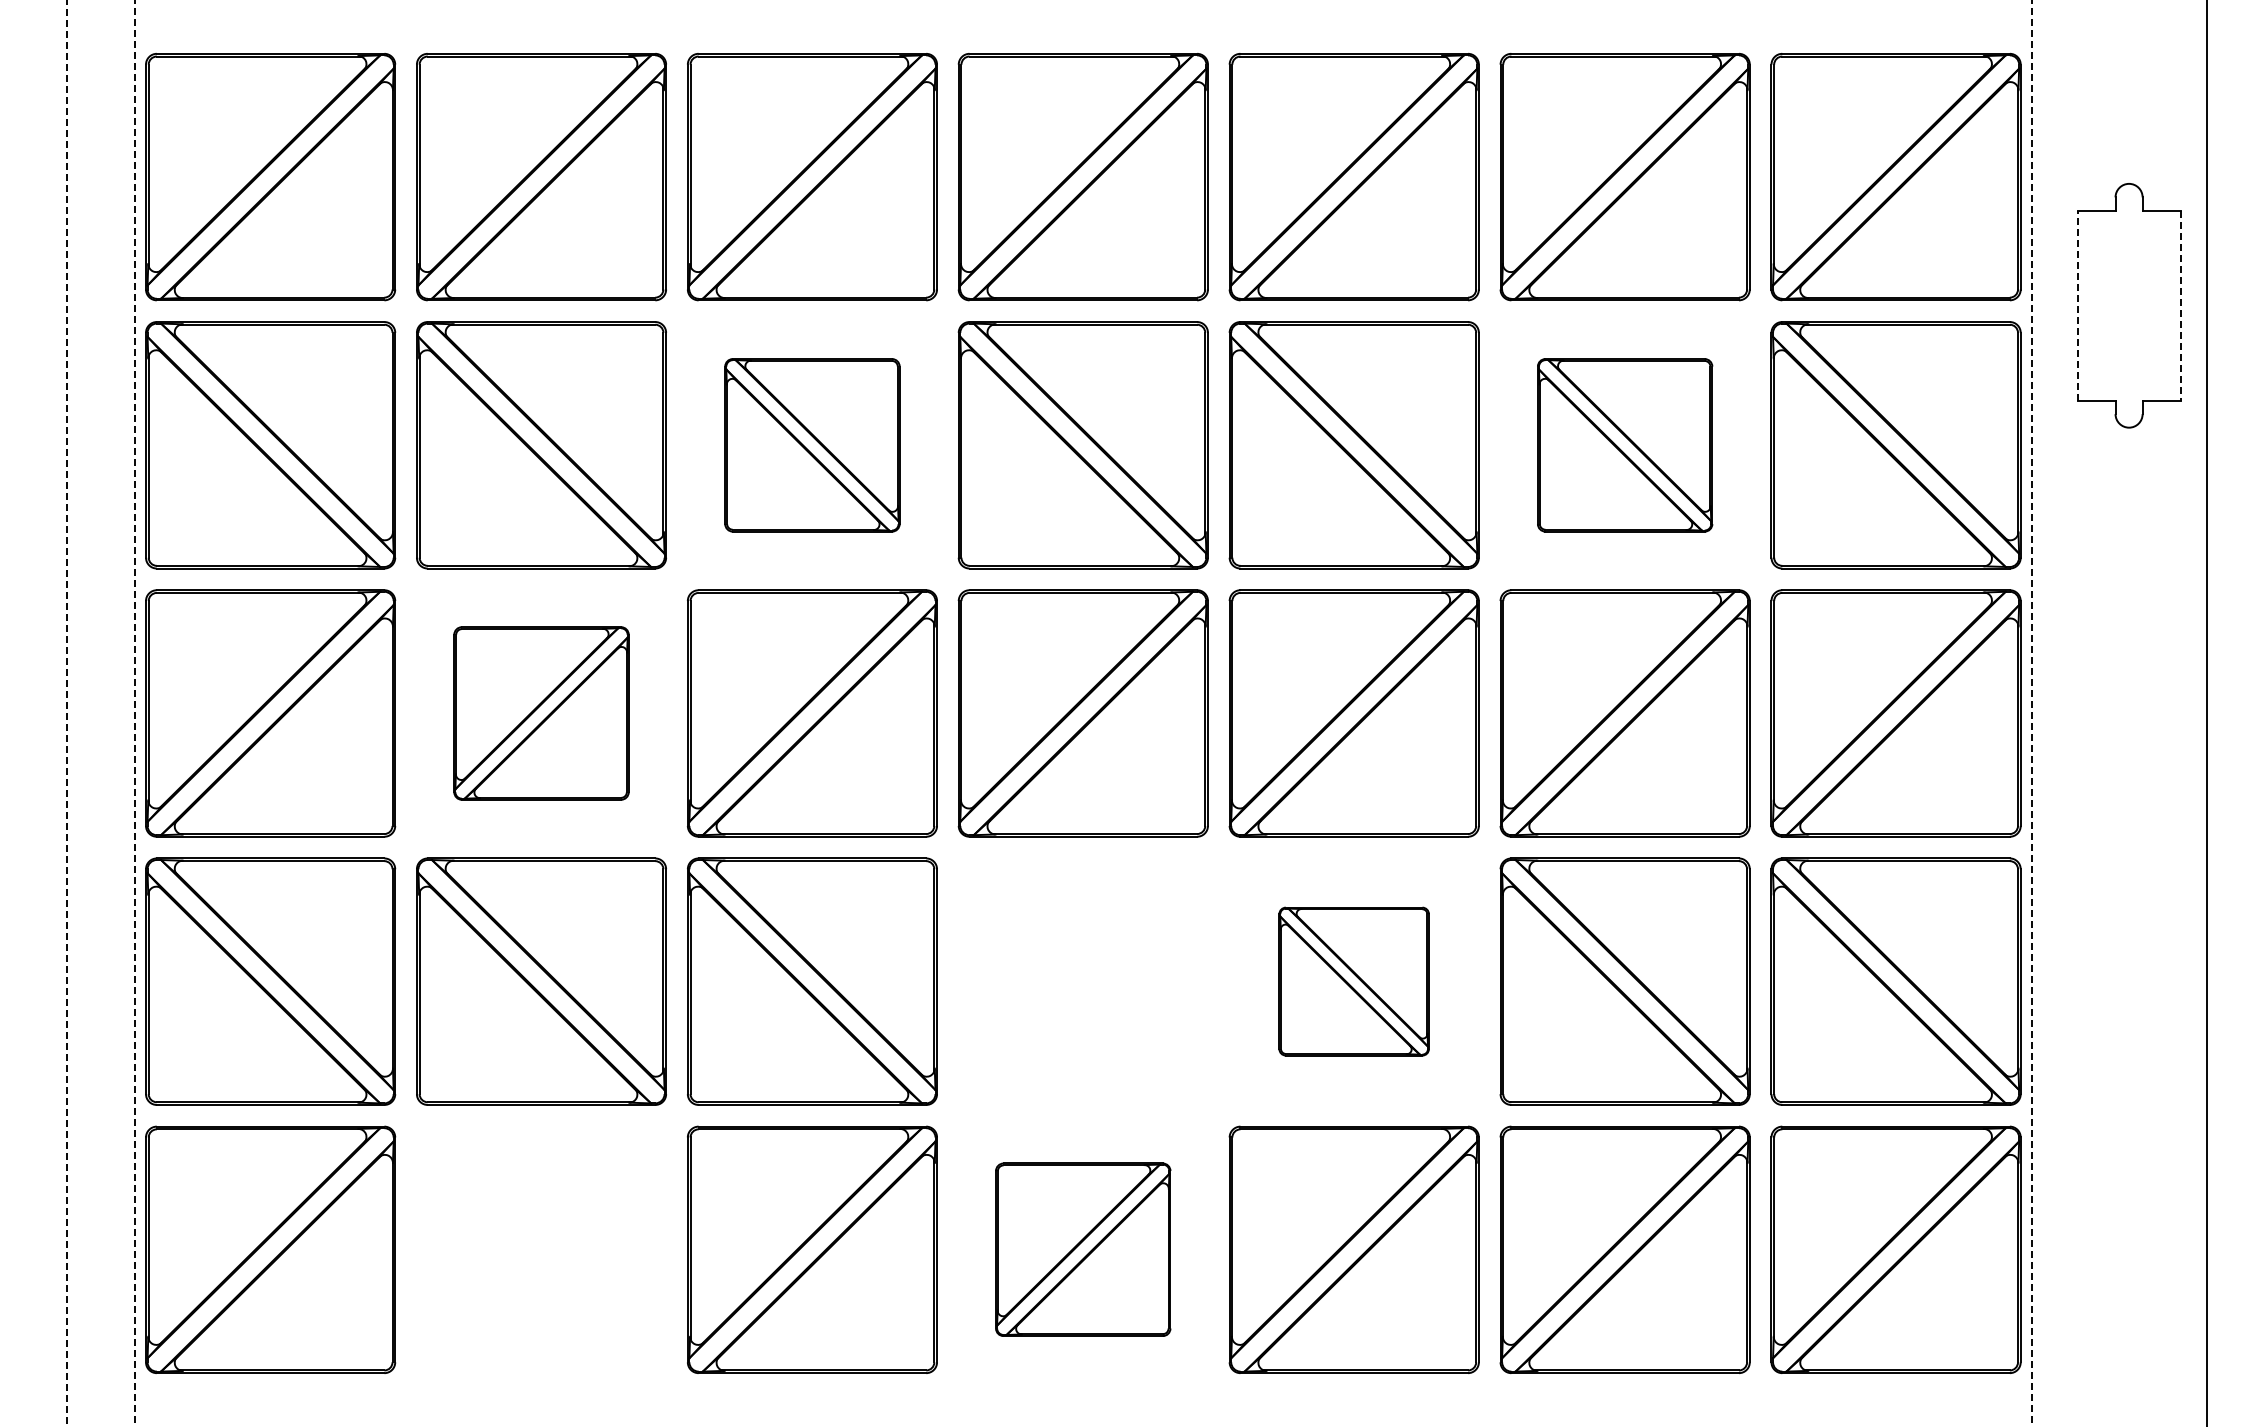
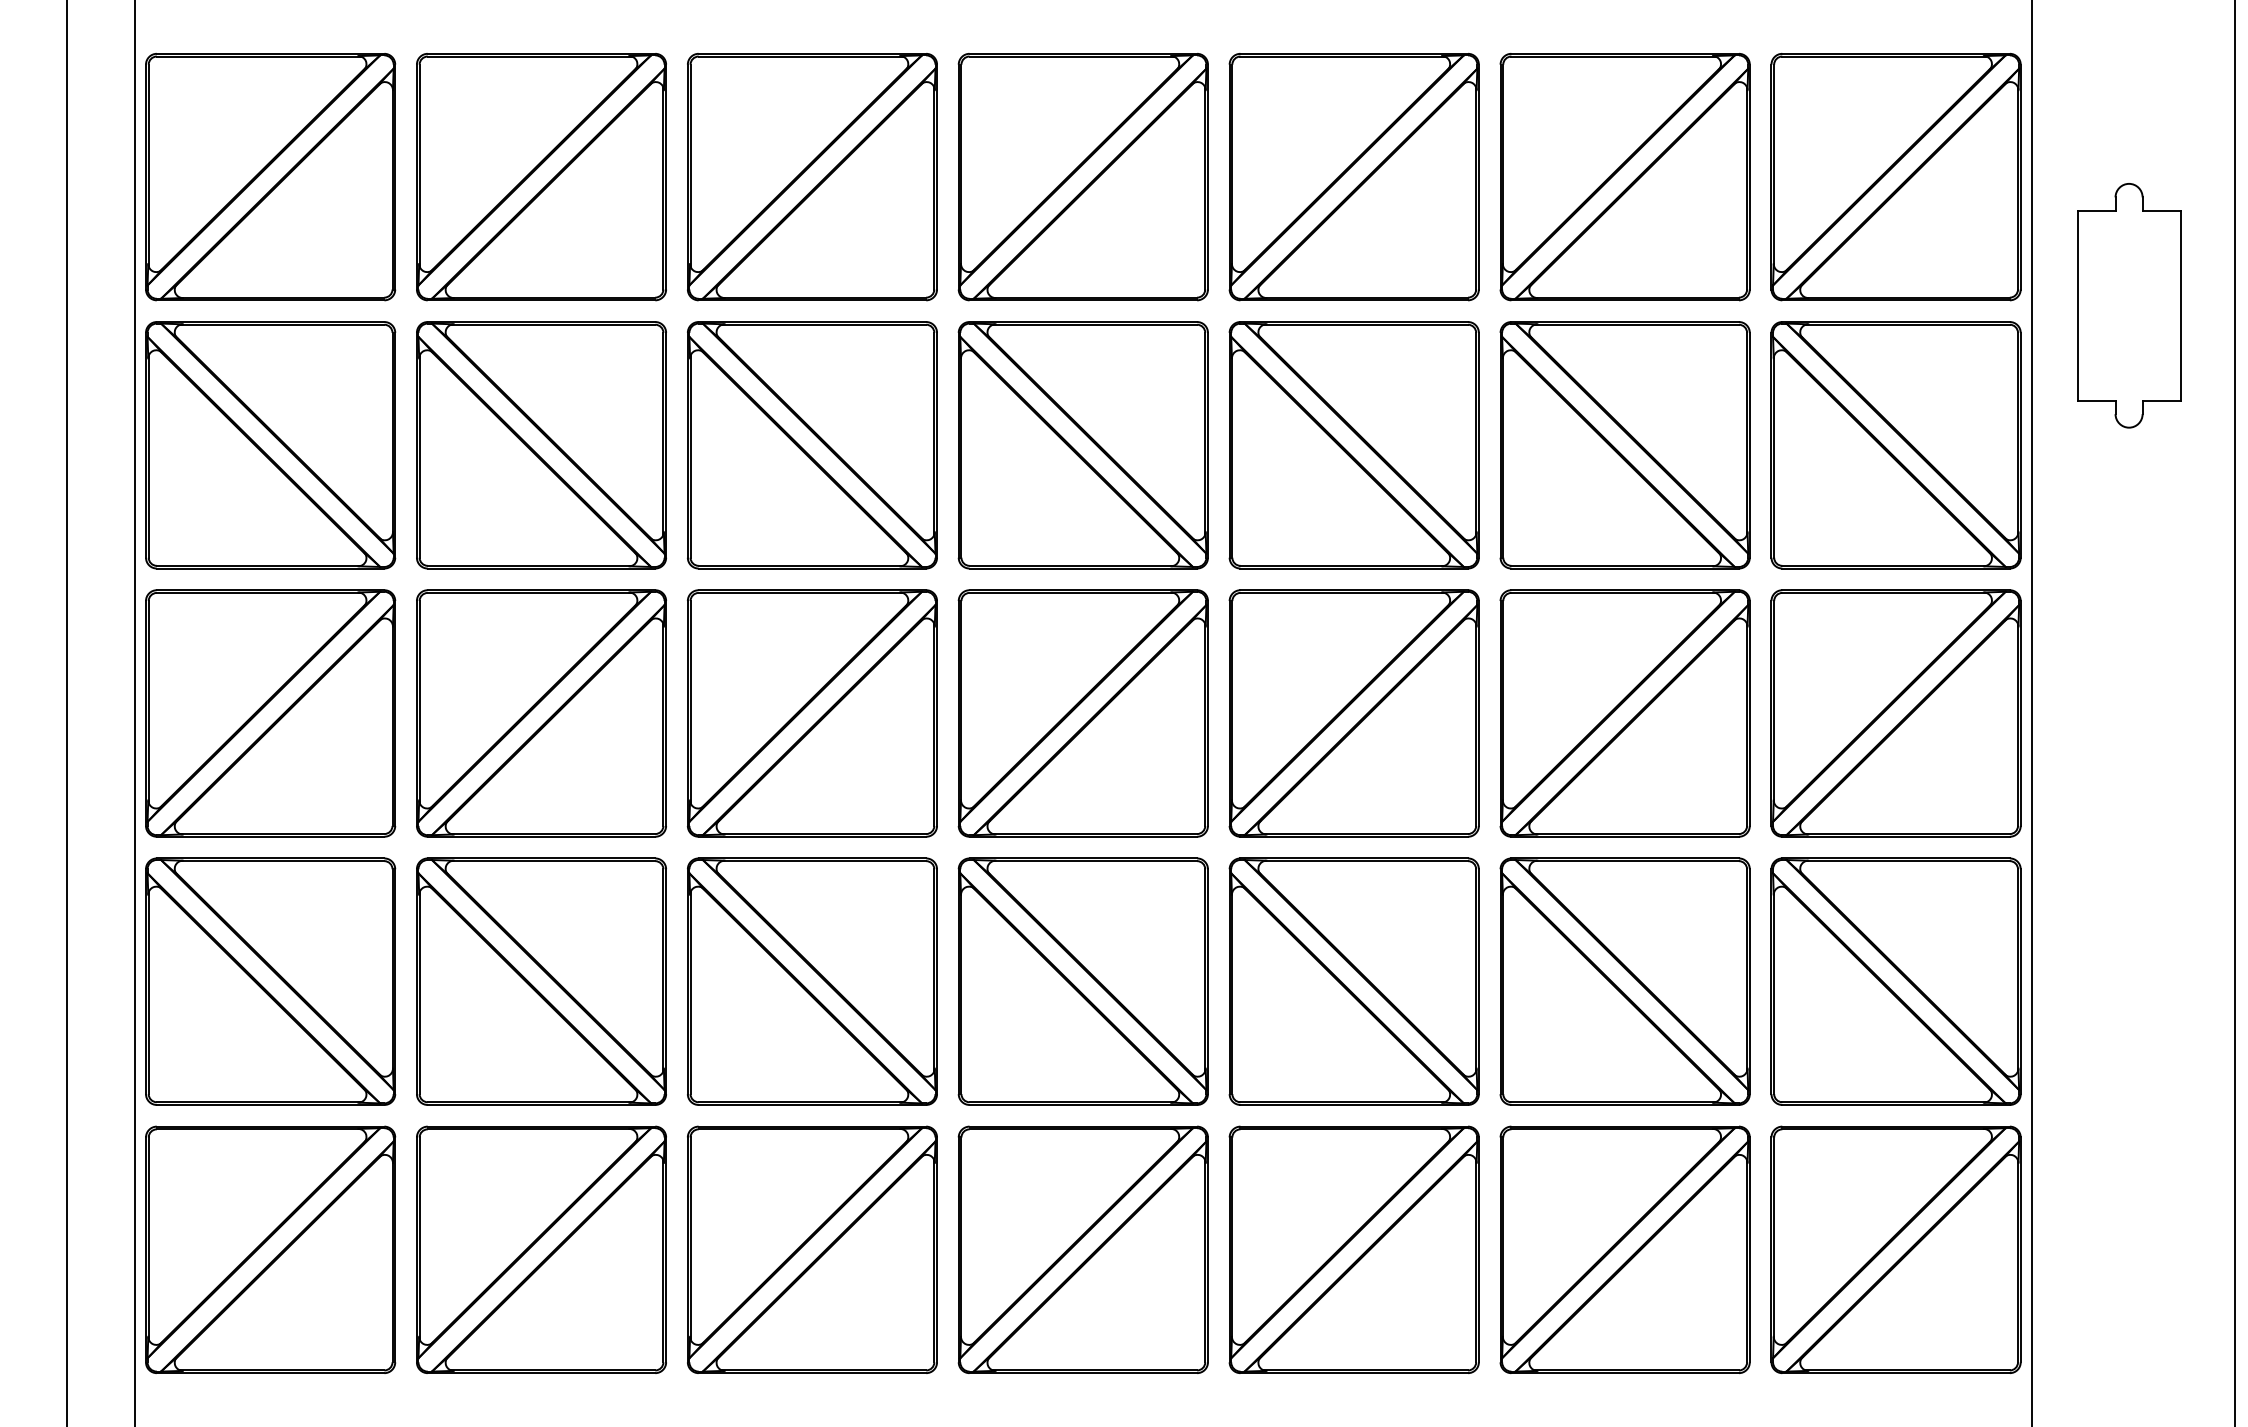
line at (2077, 305): dashed -> solid
line at (2180, 305): dashed -> solid
part at (812, 445) size: 177x175 px -> 251x249 px
part at (1625, 445) size: 177x175 px -> 252x249 px
line at (2206, 712) position: (2206, 712) -> (2234, 712)
line at (135, 713): dashed -> solid
part at (541, 713) size: 177x175 px -> 251x249 px
line at (2031, 713): dashed -> solid
line at (67, 714): dashed -> solid
part at (1082, 981): none -> present
part at (1353, 981) size: 152x151 px -> 252x249 px
part at (541, 1249): none -> present
part at (1083, 1249) size: 177x175 px -> 252x249 px
